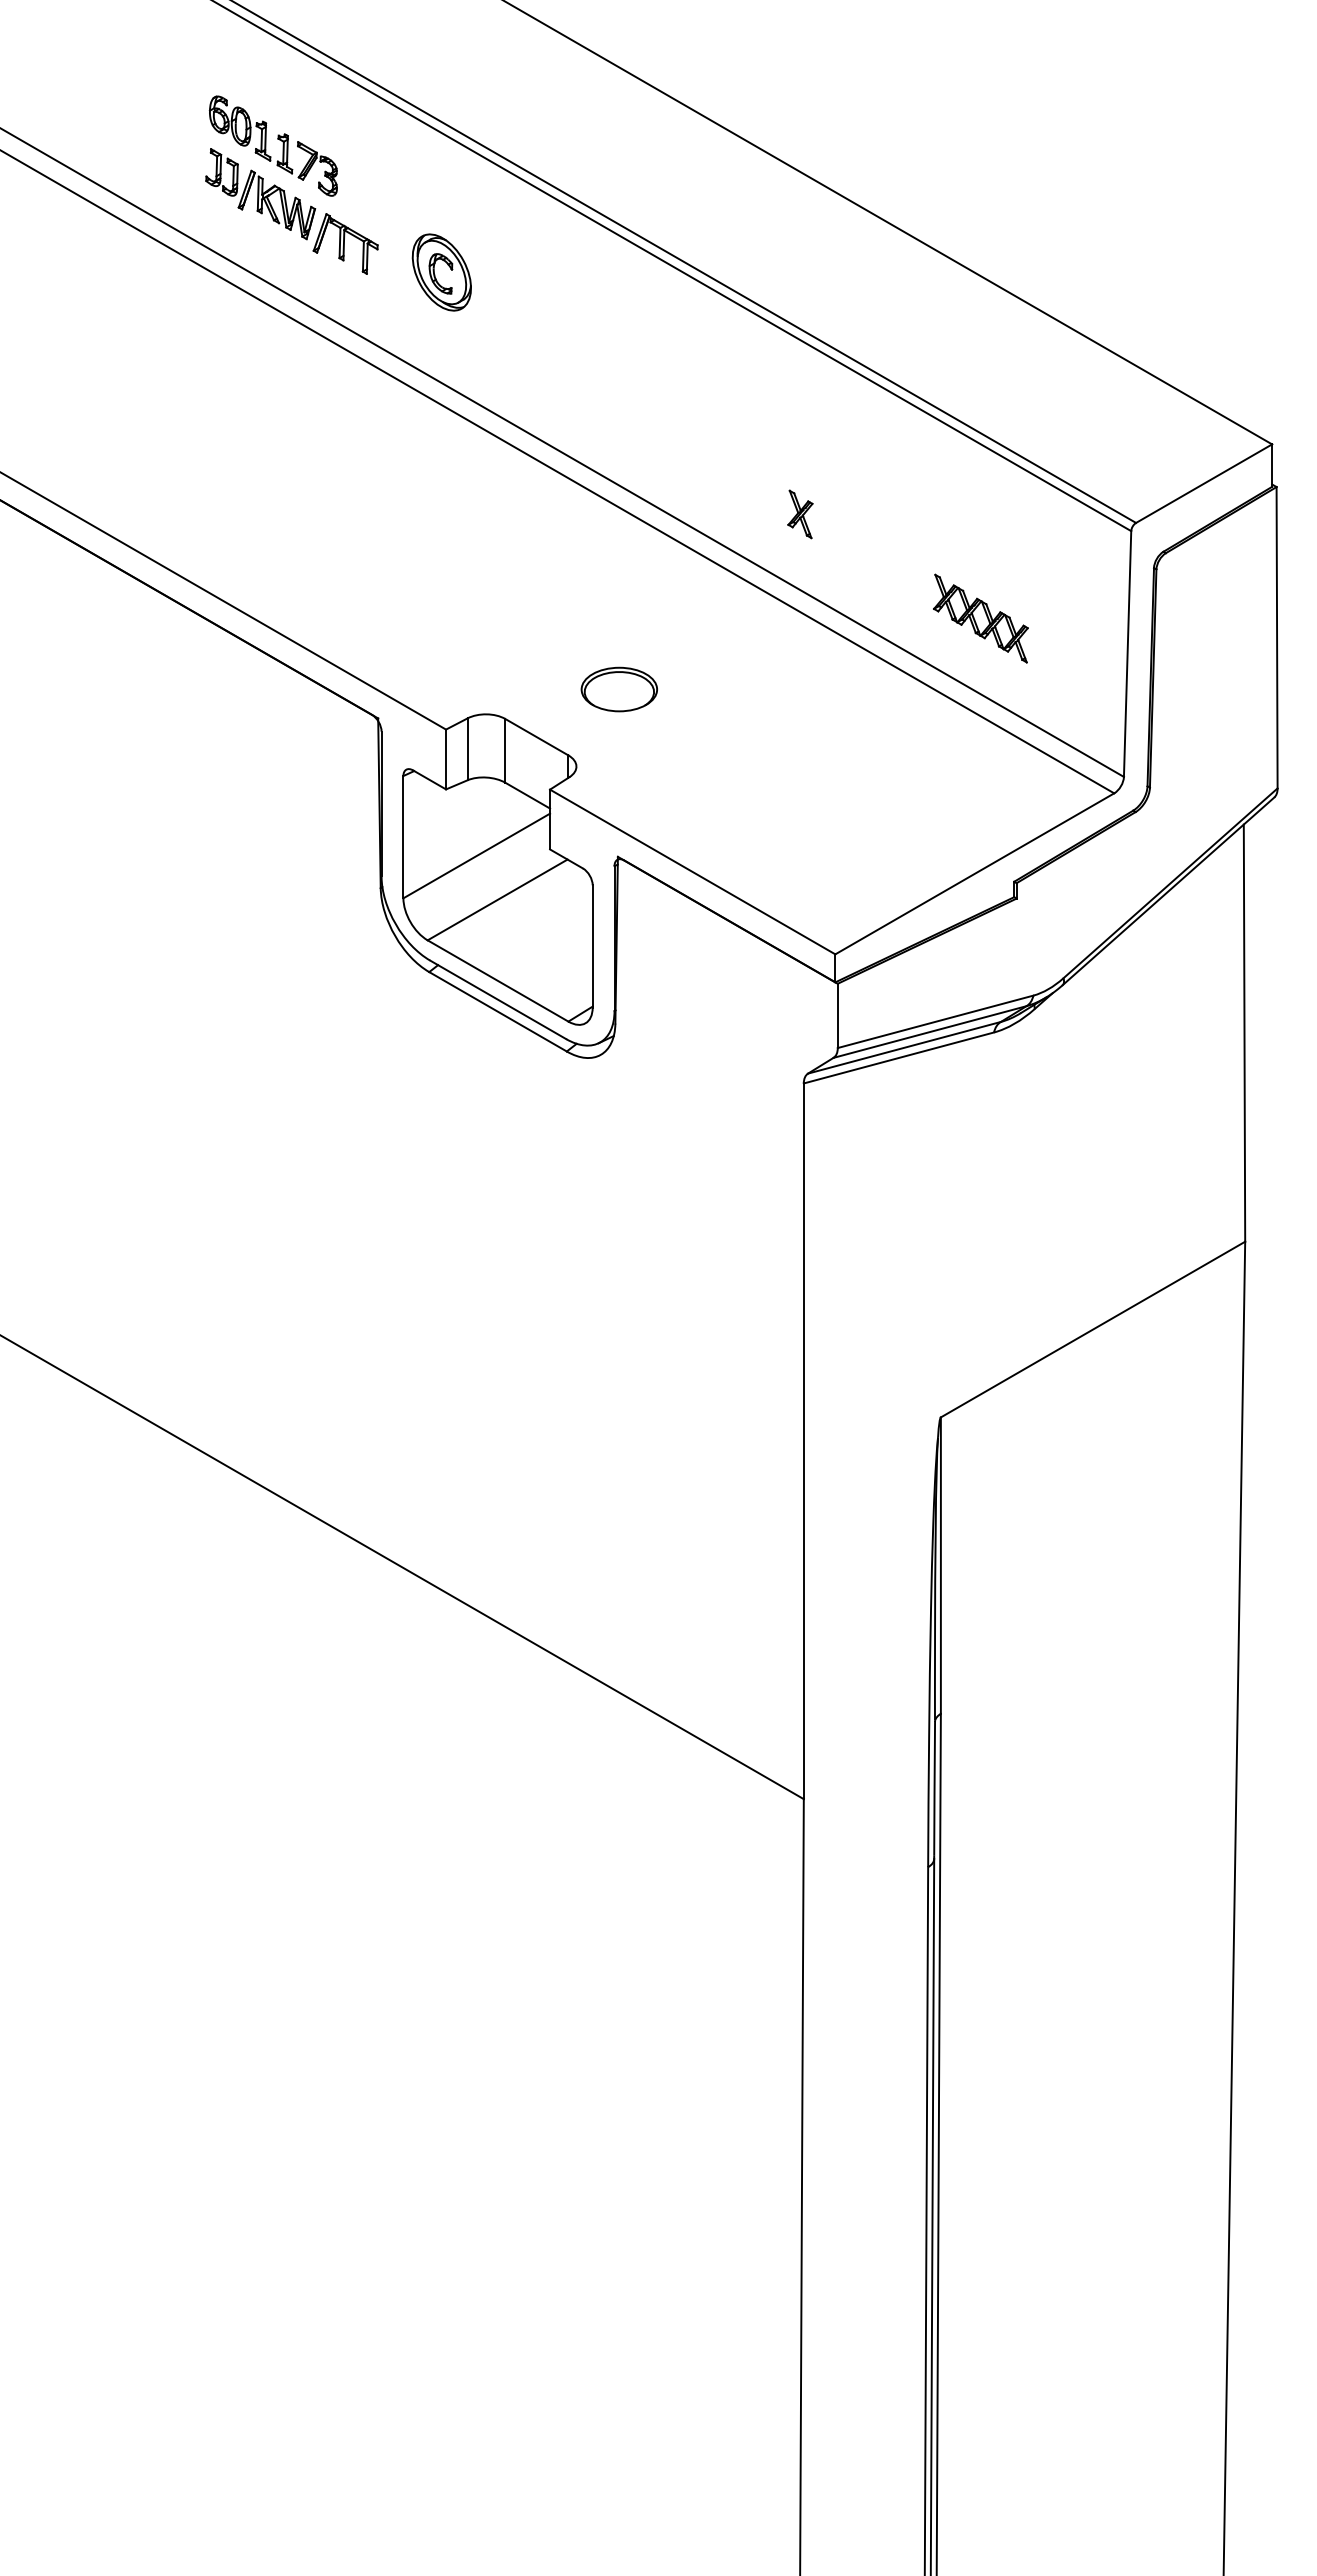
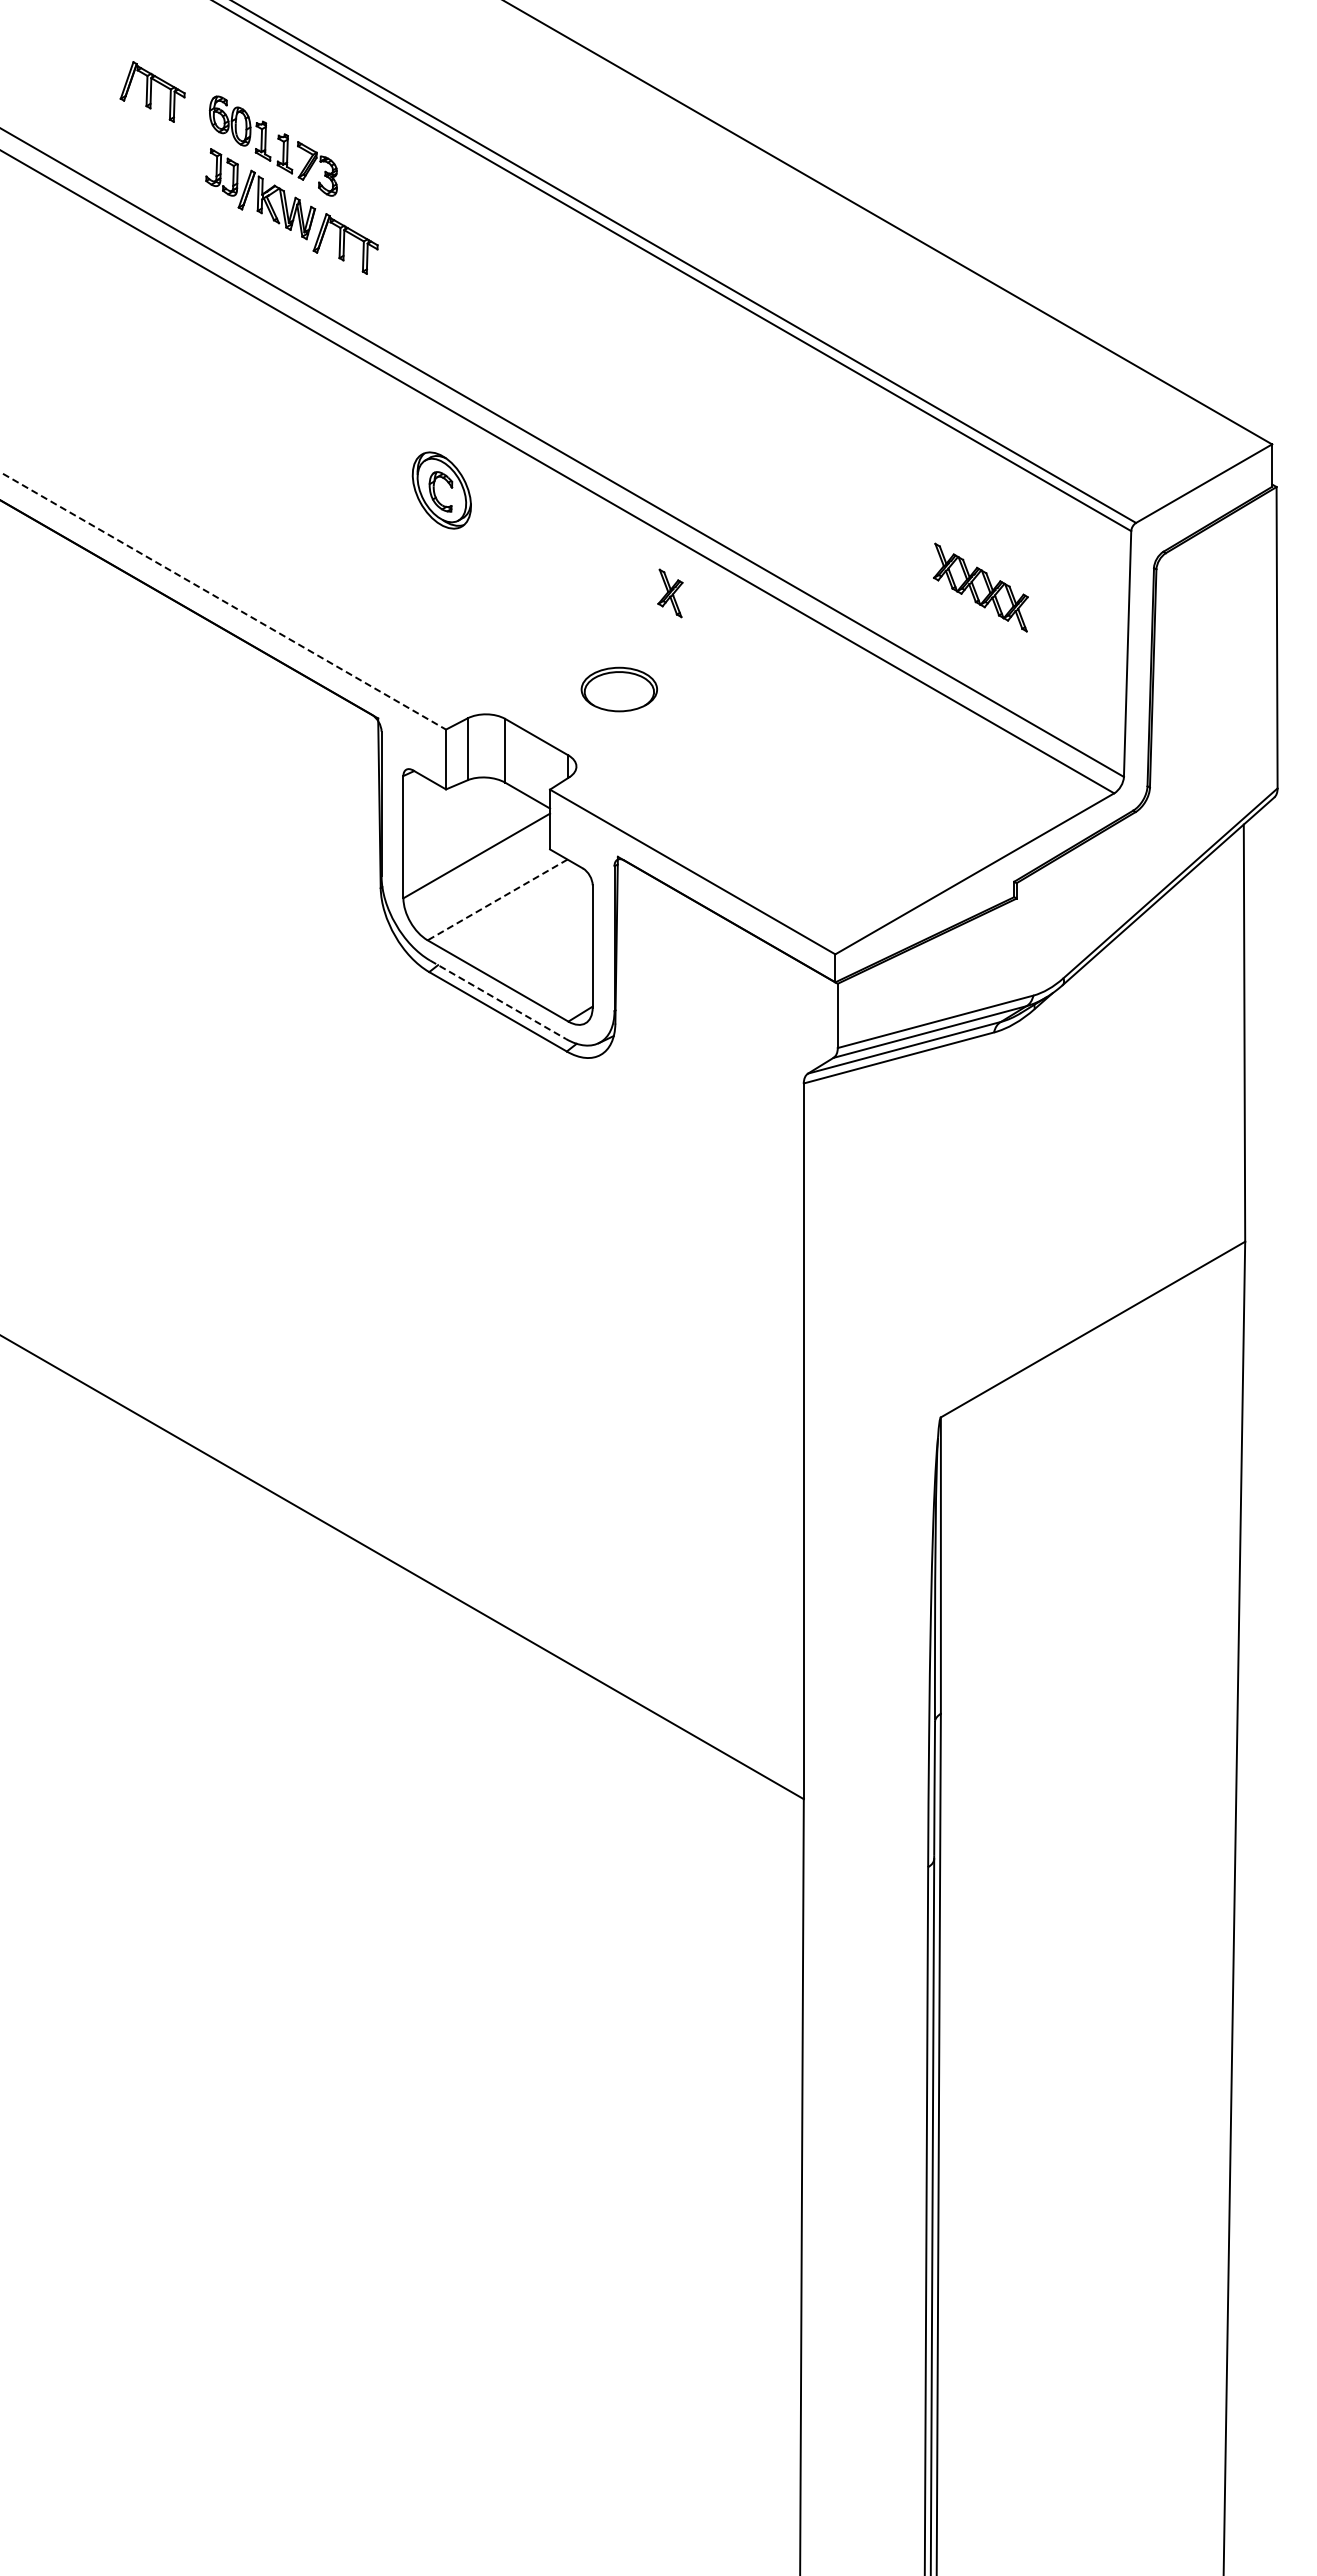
part at (152, 91): none -> present
part at (441, 272) position: (441, 272) -> (441, 490)
part at (800, 514) position: (800, 514) -> (670, 593)
line at (223, 601): solid -> dashed
part at (980, 618) position: (980, 618) -> (980, 587)
line at (497, 899): solid -> dashed
line at (498, 999): solid -> dashed
